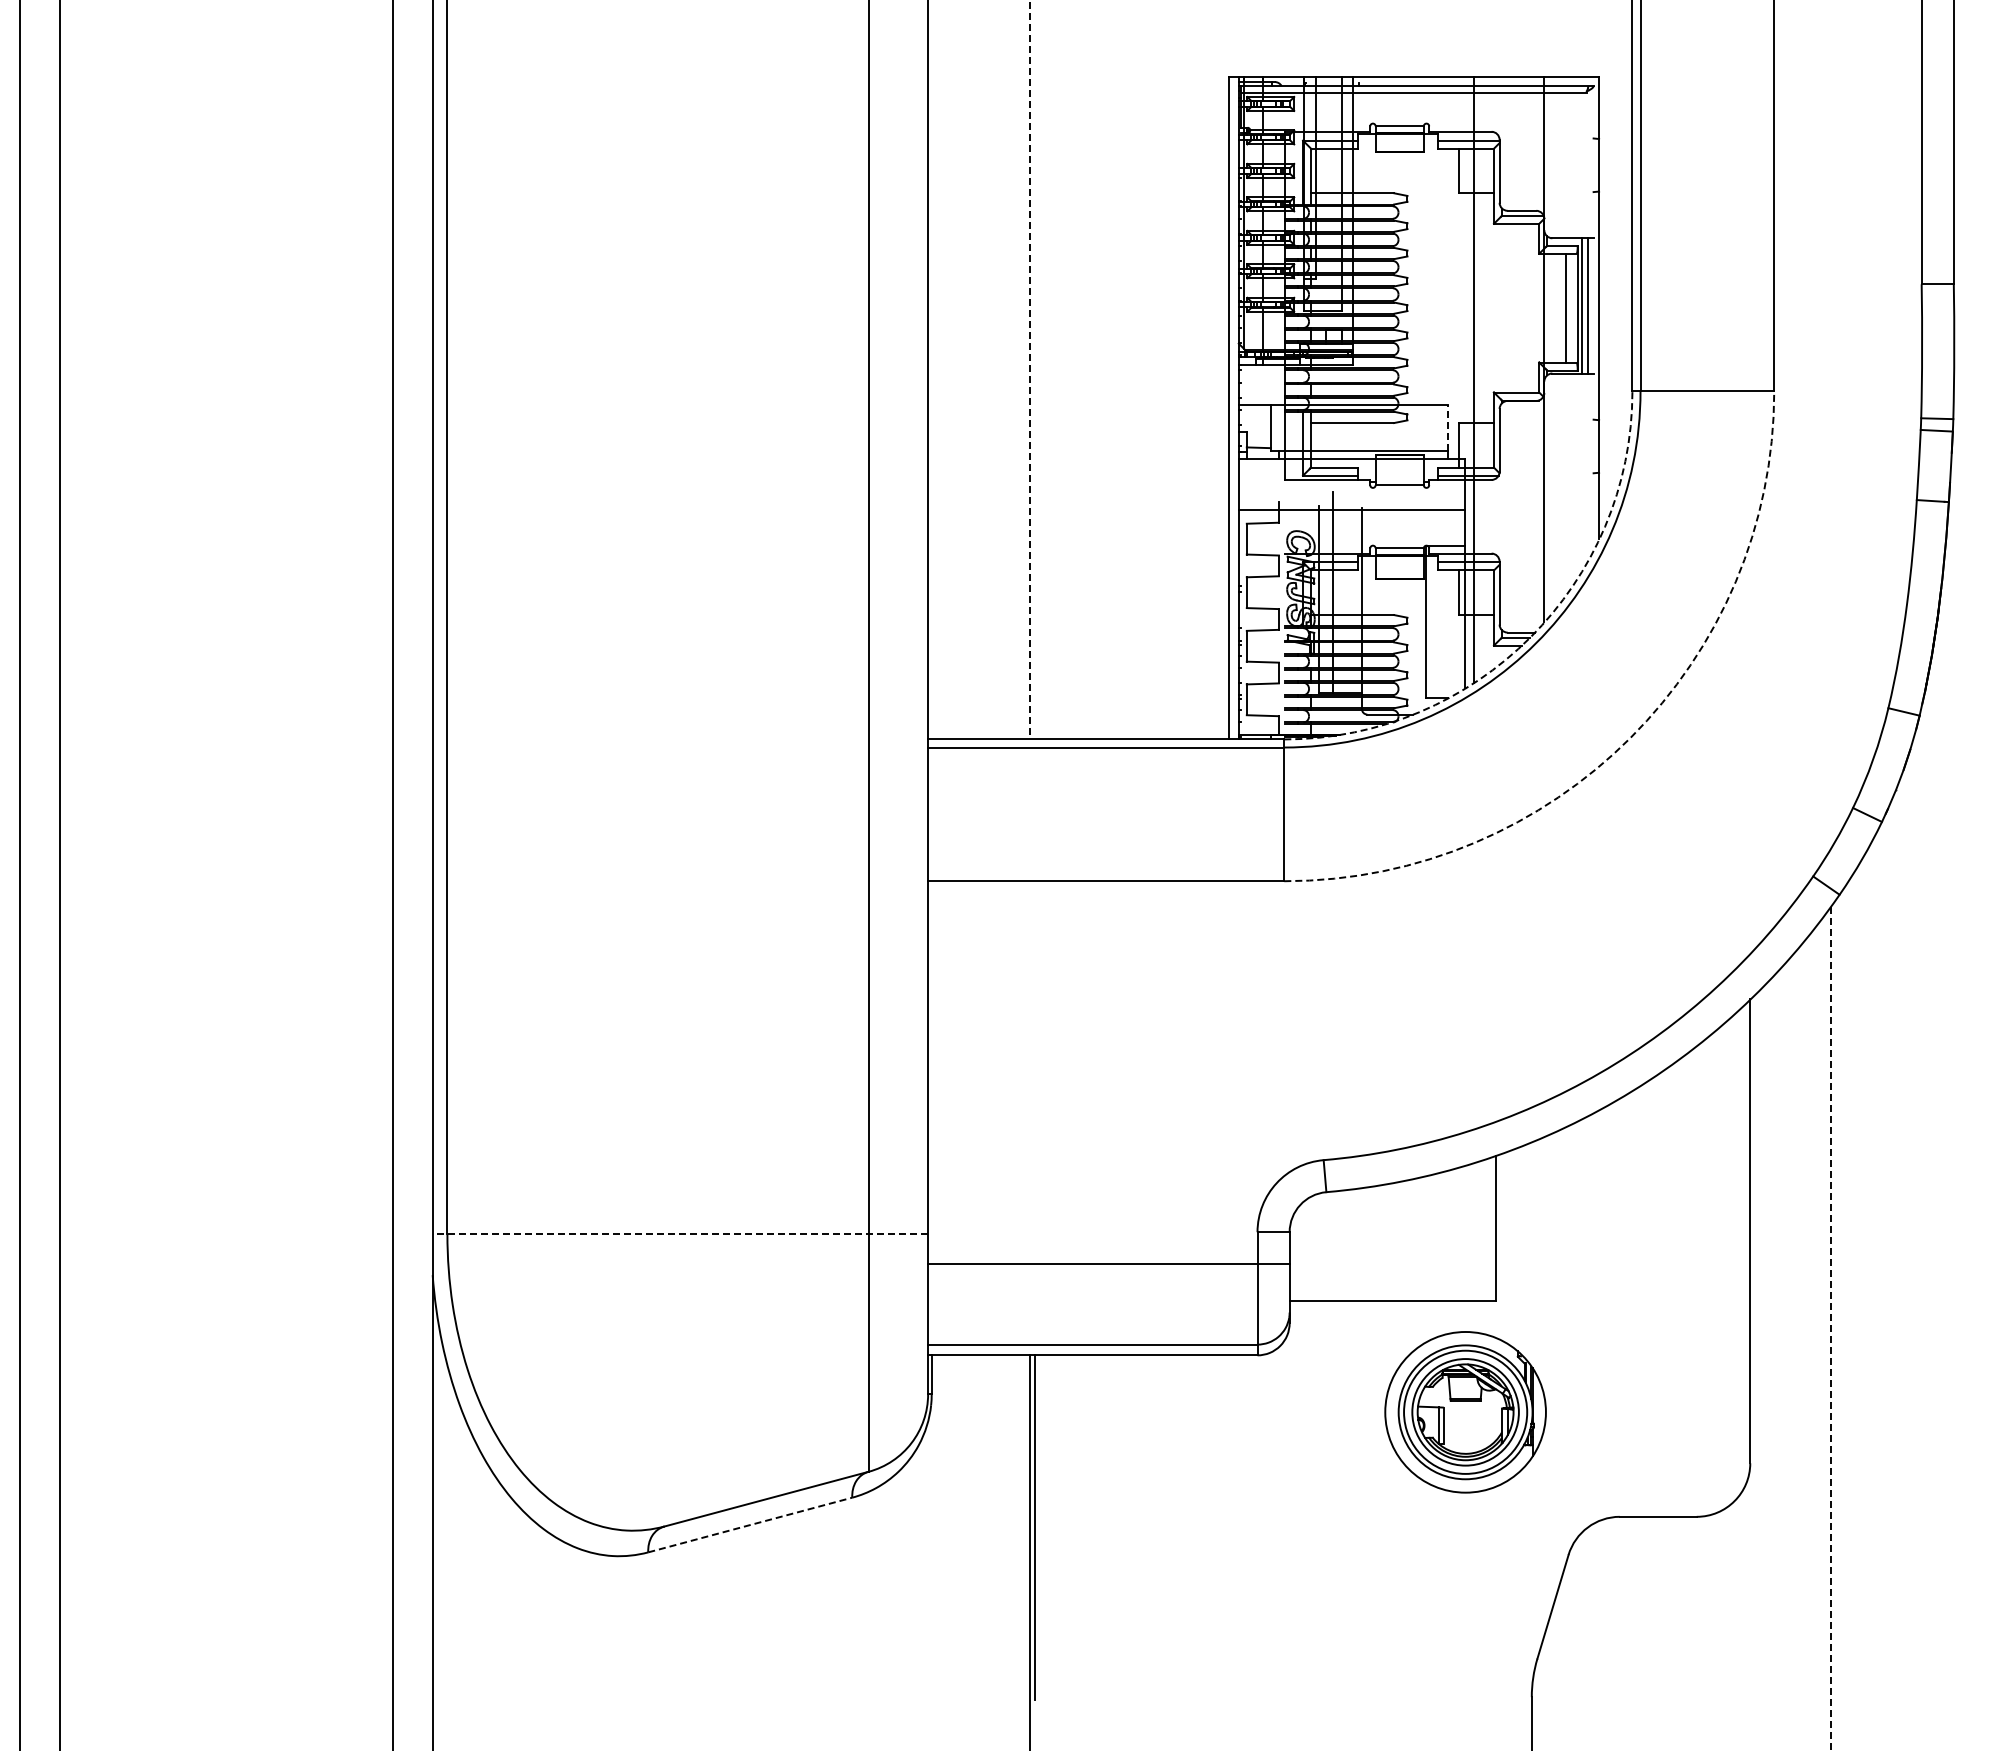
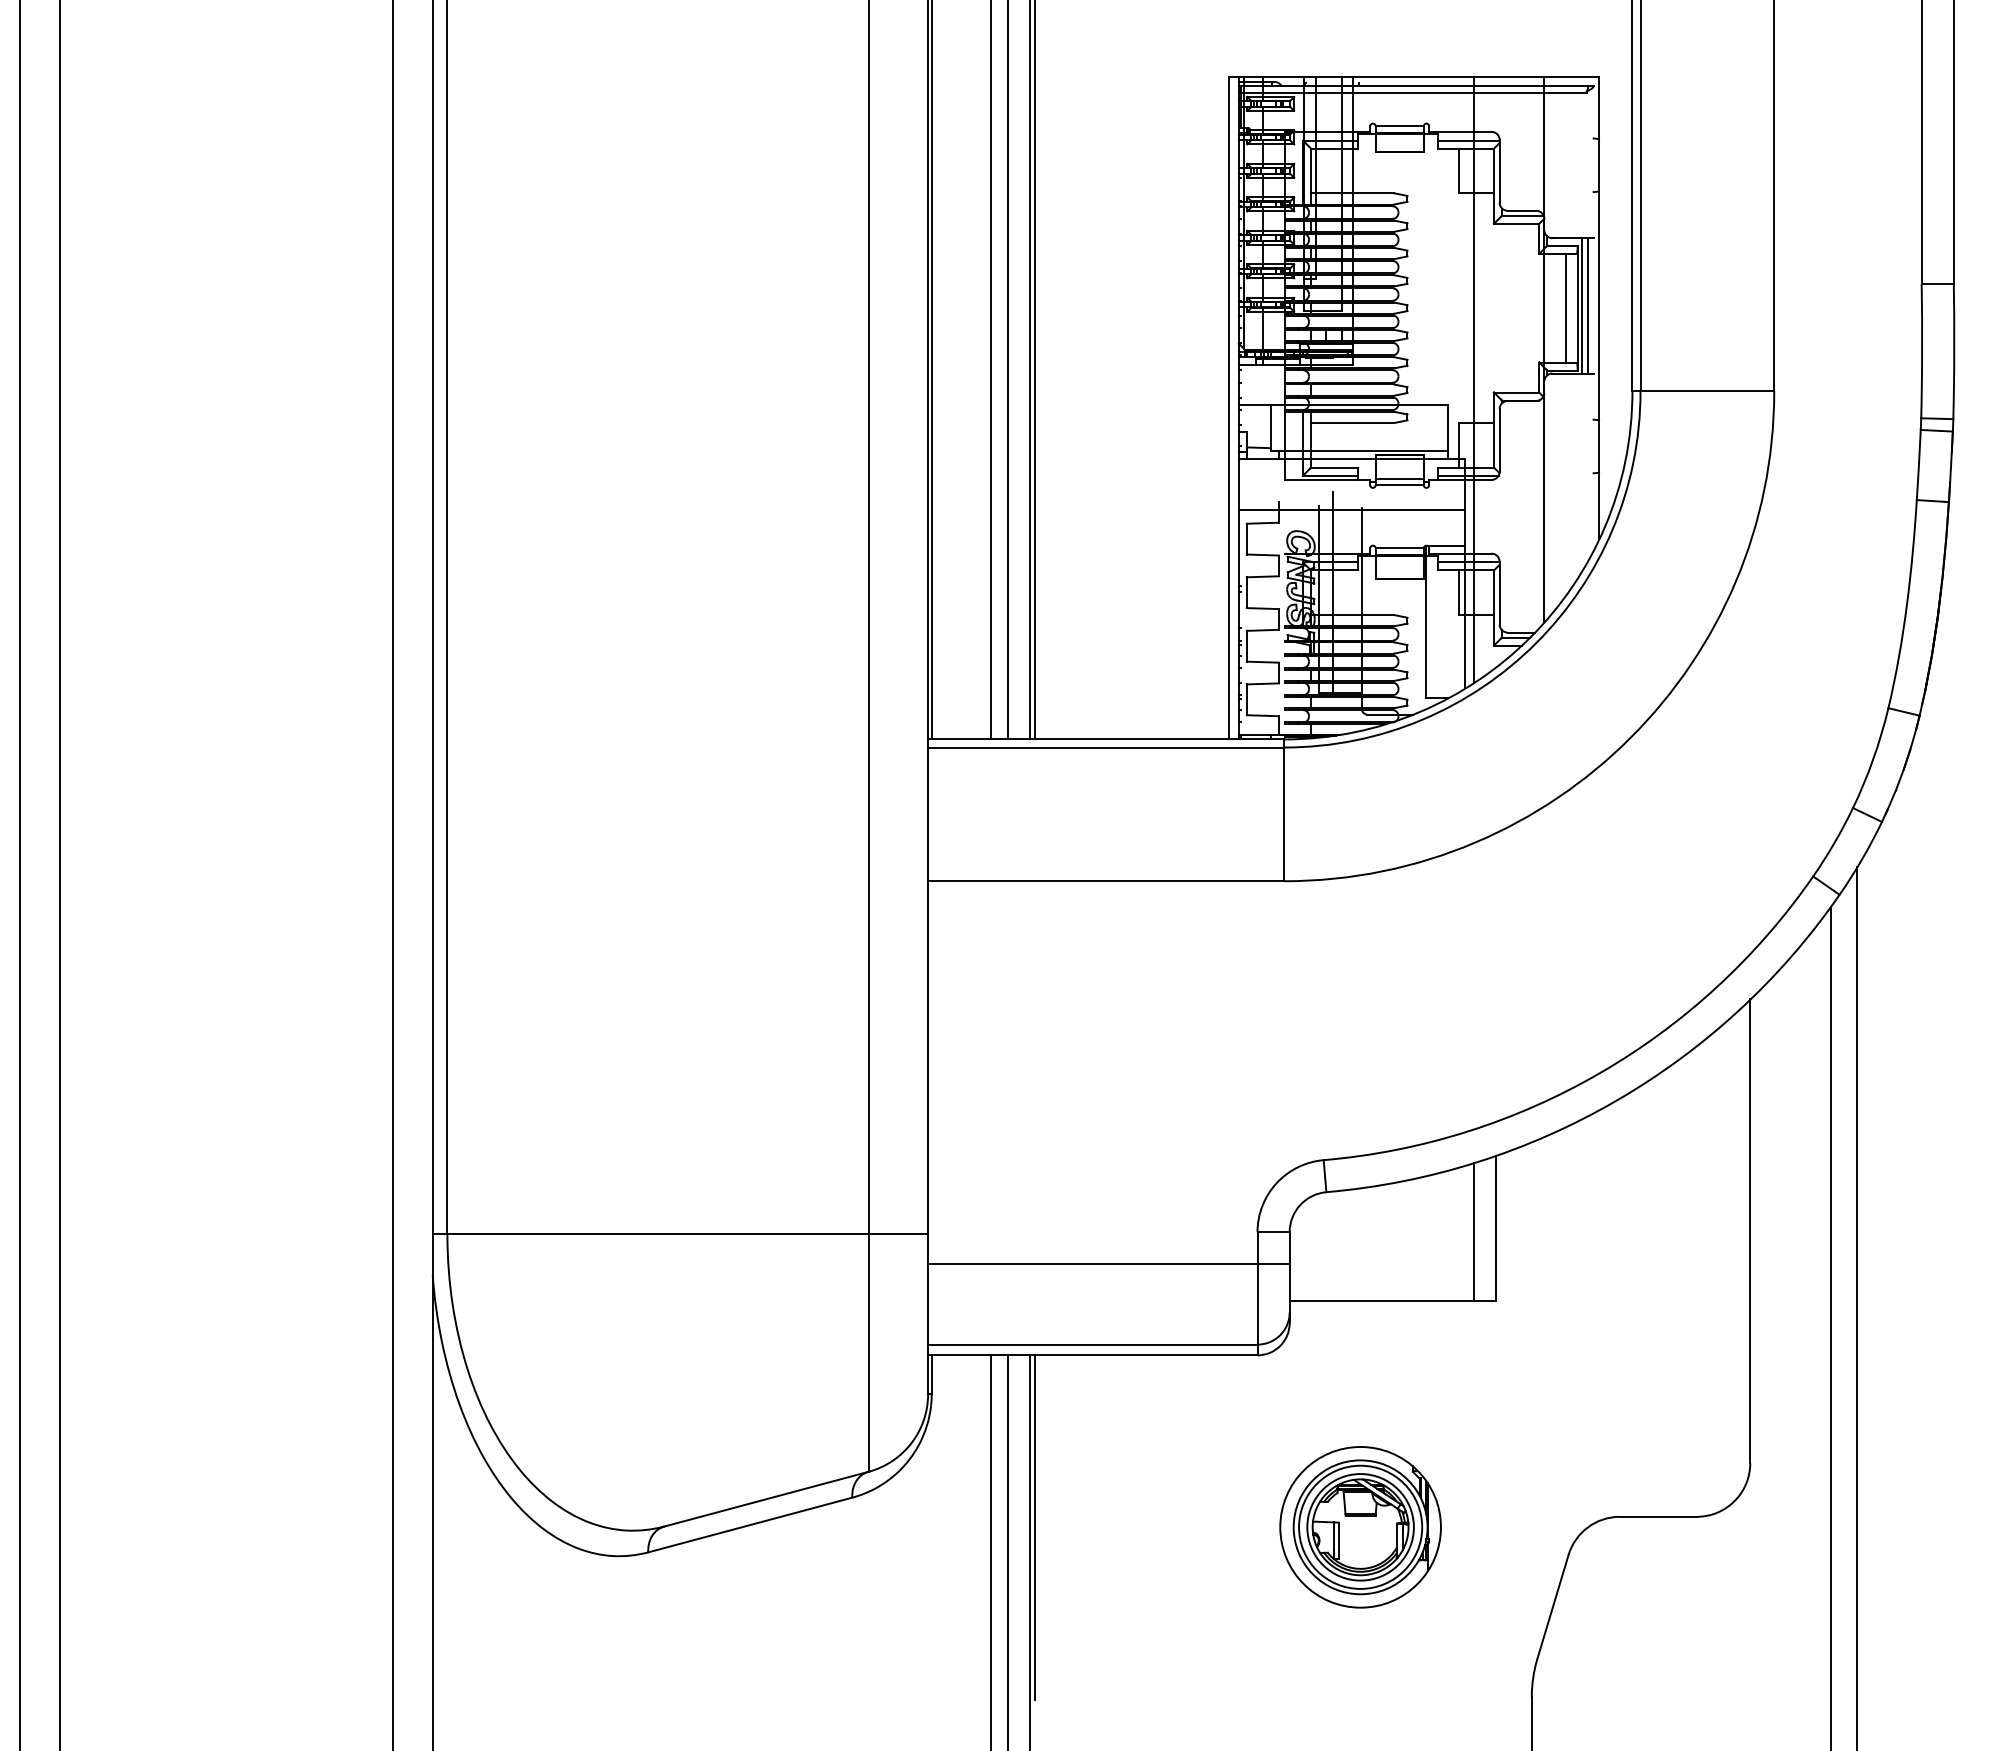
line at (931, 370): none -> present
line at (990, 370): none -> present
line at (1008, 370): none -> present
line at (1029, 370): dashed -> solid
line at (1035, 370): none -> present
line at (1447, 428): dashed -> solid
line at (1399, 478): none -> present
arc at (1530, 637): dashed -> solid
arc at (1630, 737): dashed -> solid
line at (1473, 1232): none -> present
line at (680, 1234): dashed -> solid
line at (1857, 1307): none -> present
line at (1830, 1328): dashed -> solid
part at (1465, 1412) position: (1465, 1412) -> (1360, 1527)
line at (750, 1525): dashed -> solid
line at (990, 1551): none -> present
line at (1008, 1551): none -> present
